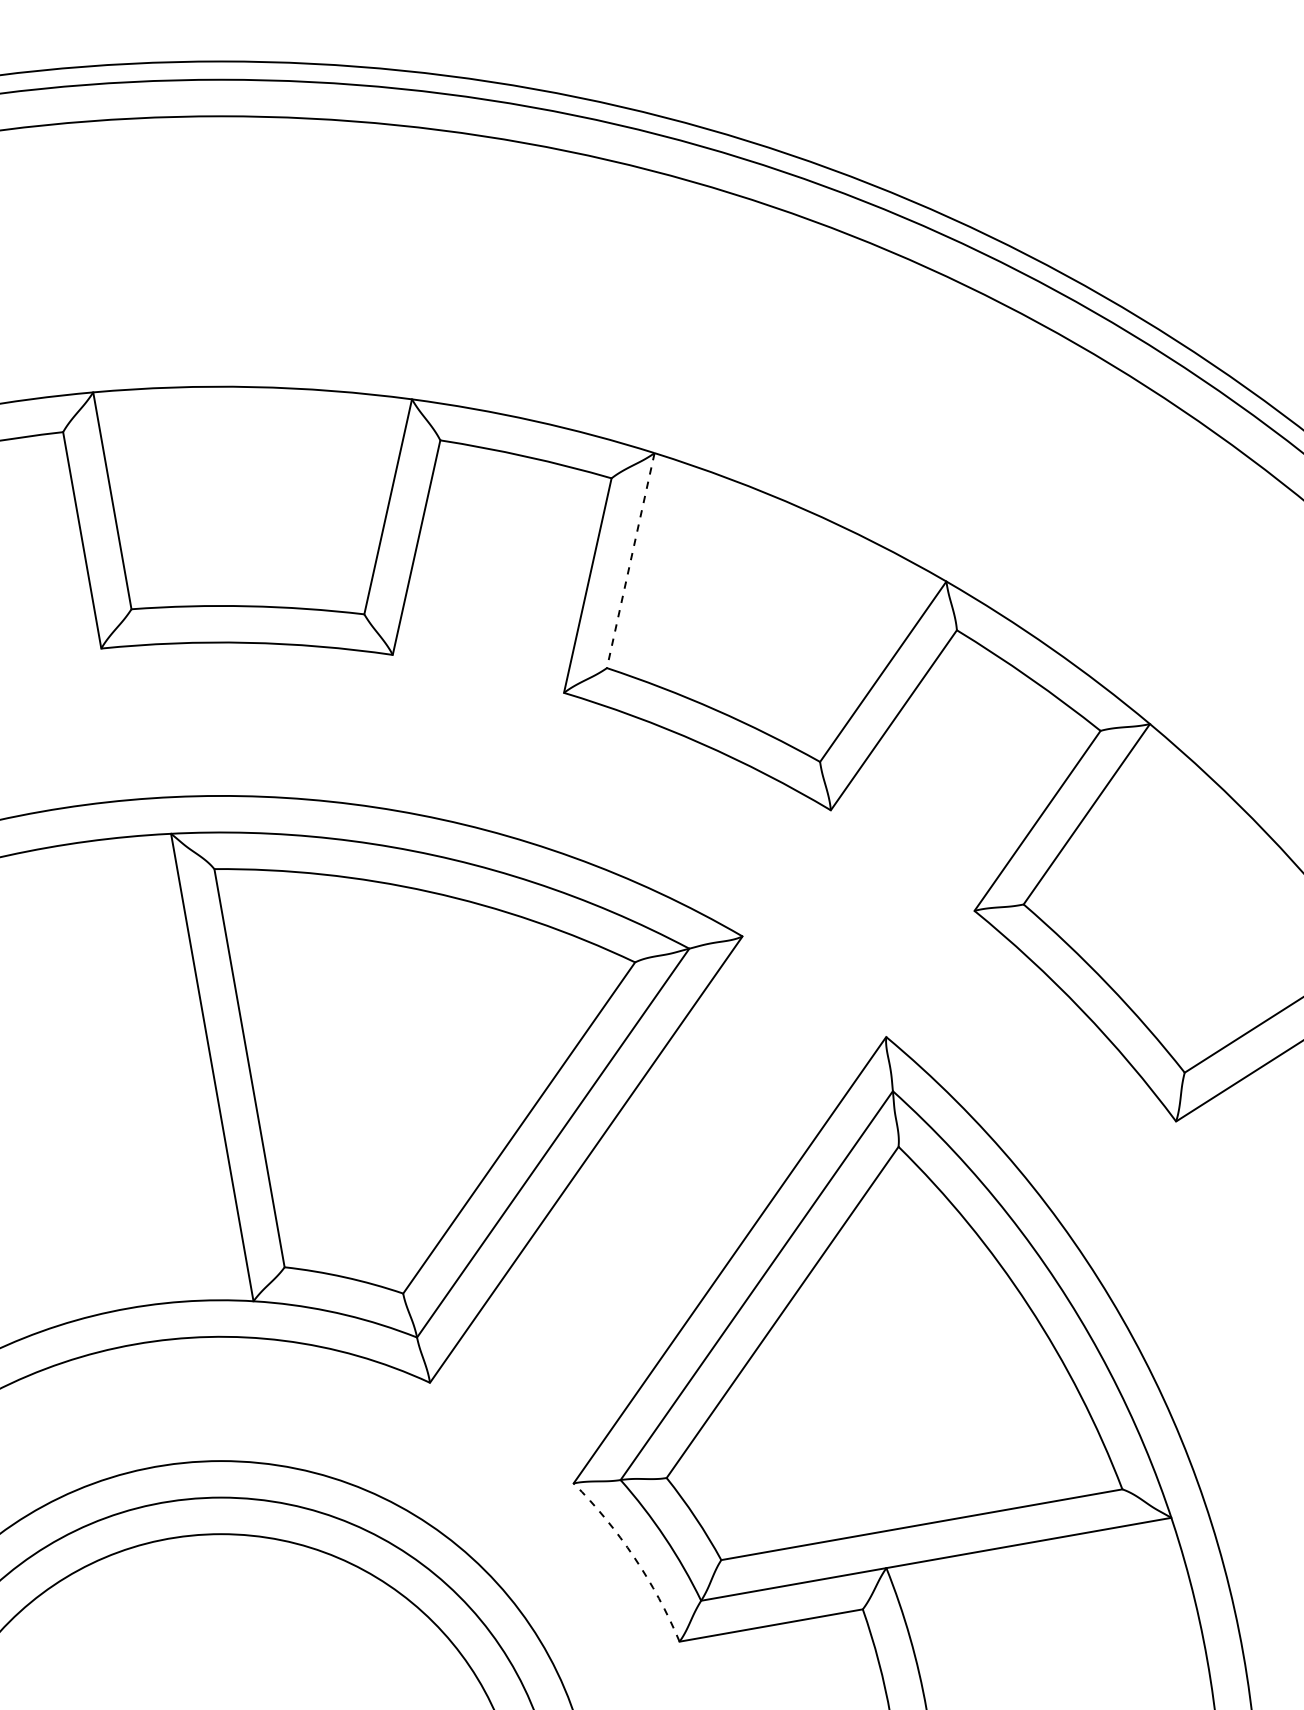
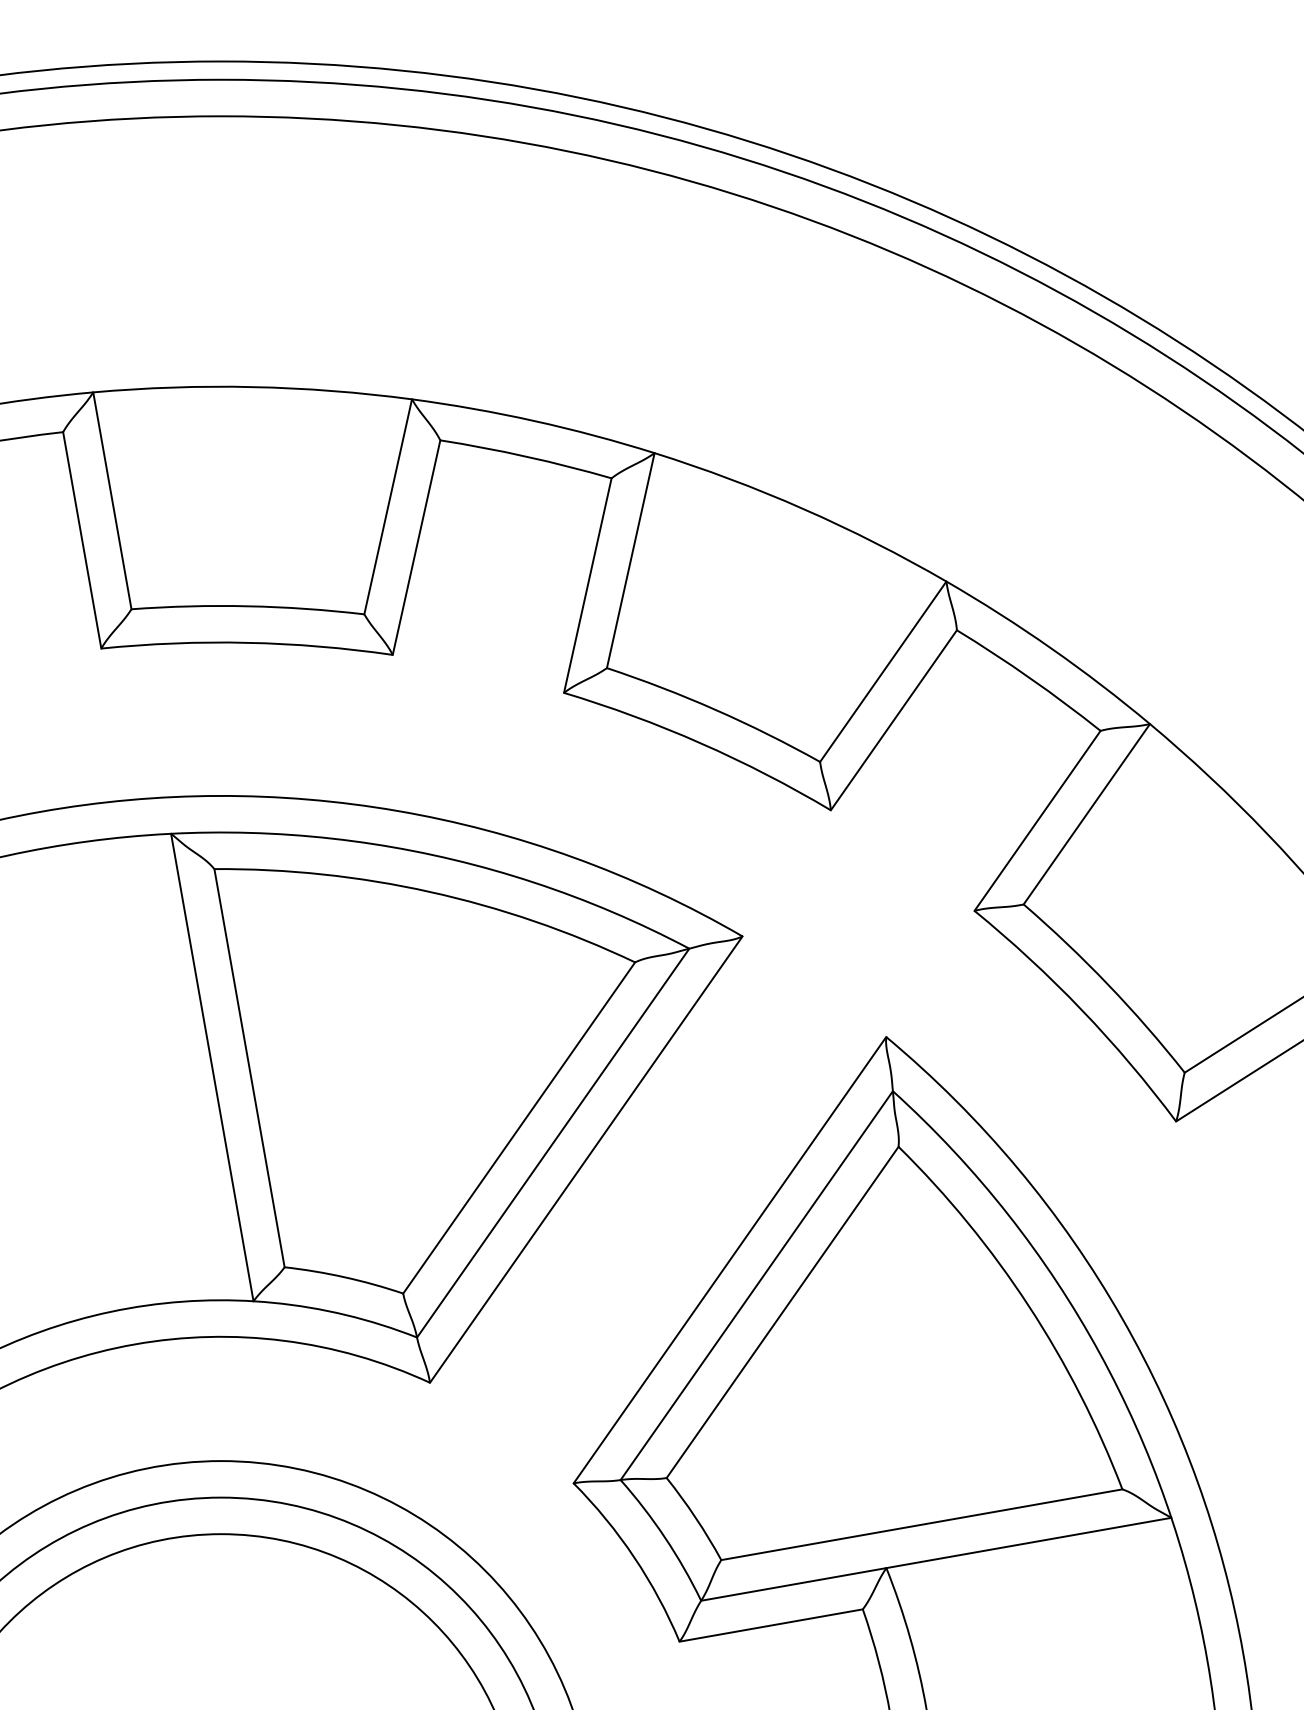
line at (630, 561): dashed -> solid
arc at (634, 1557): dashed -> solid
